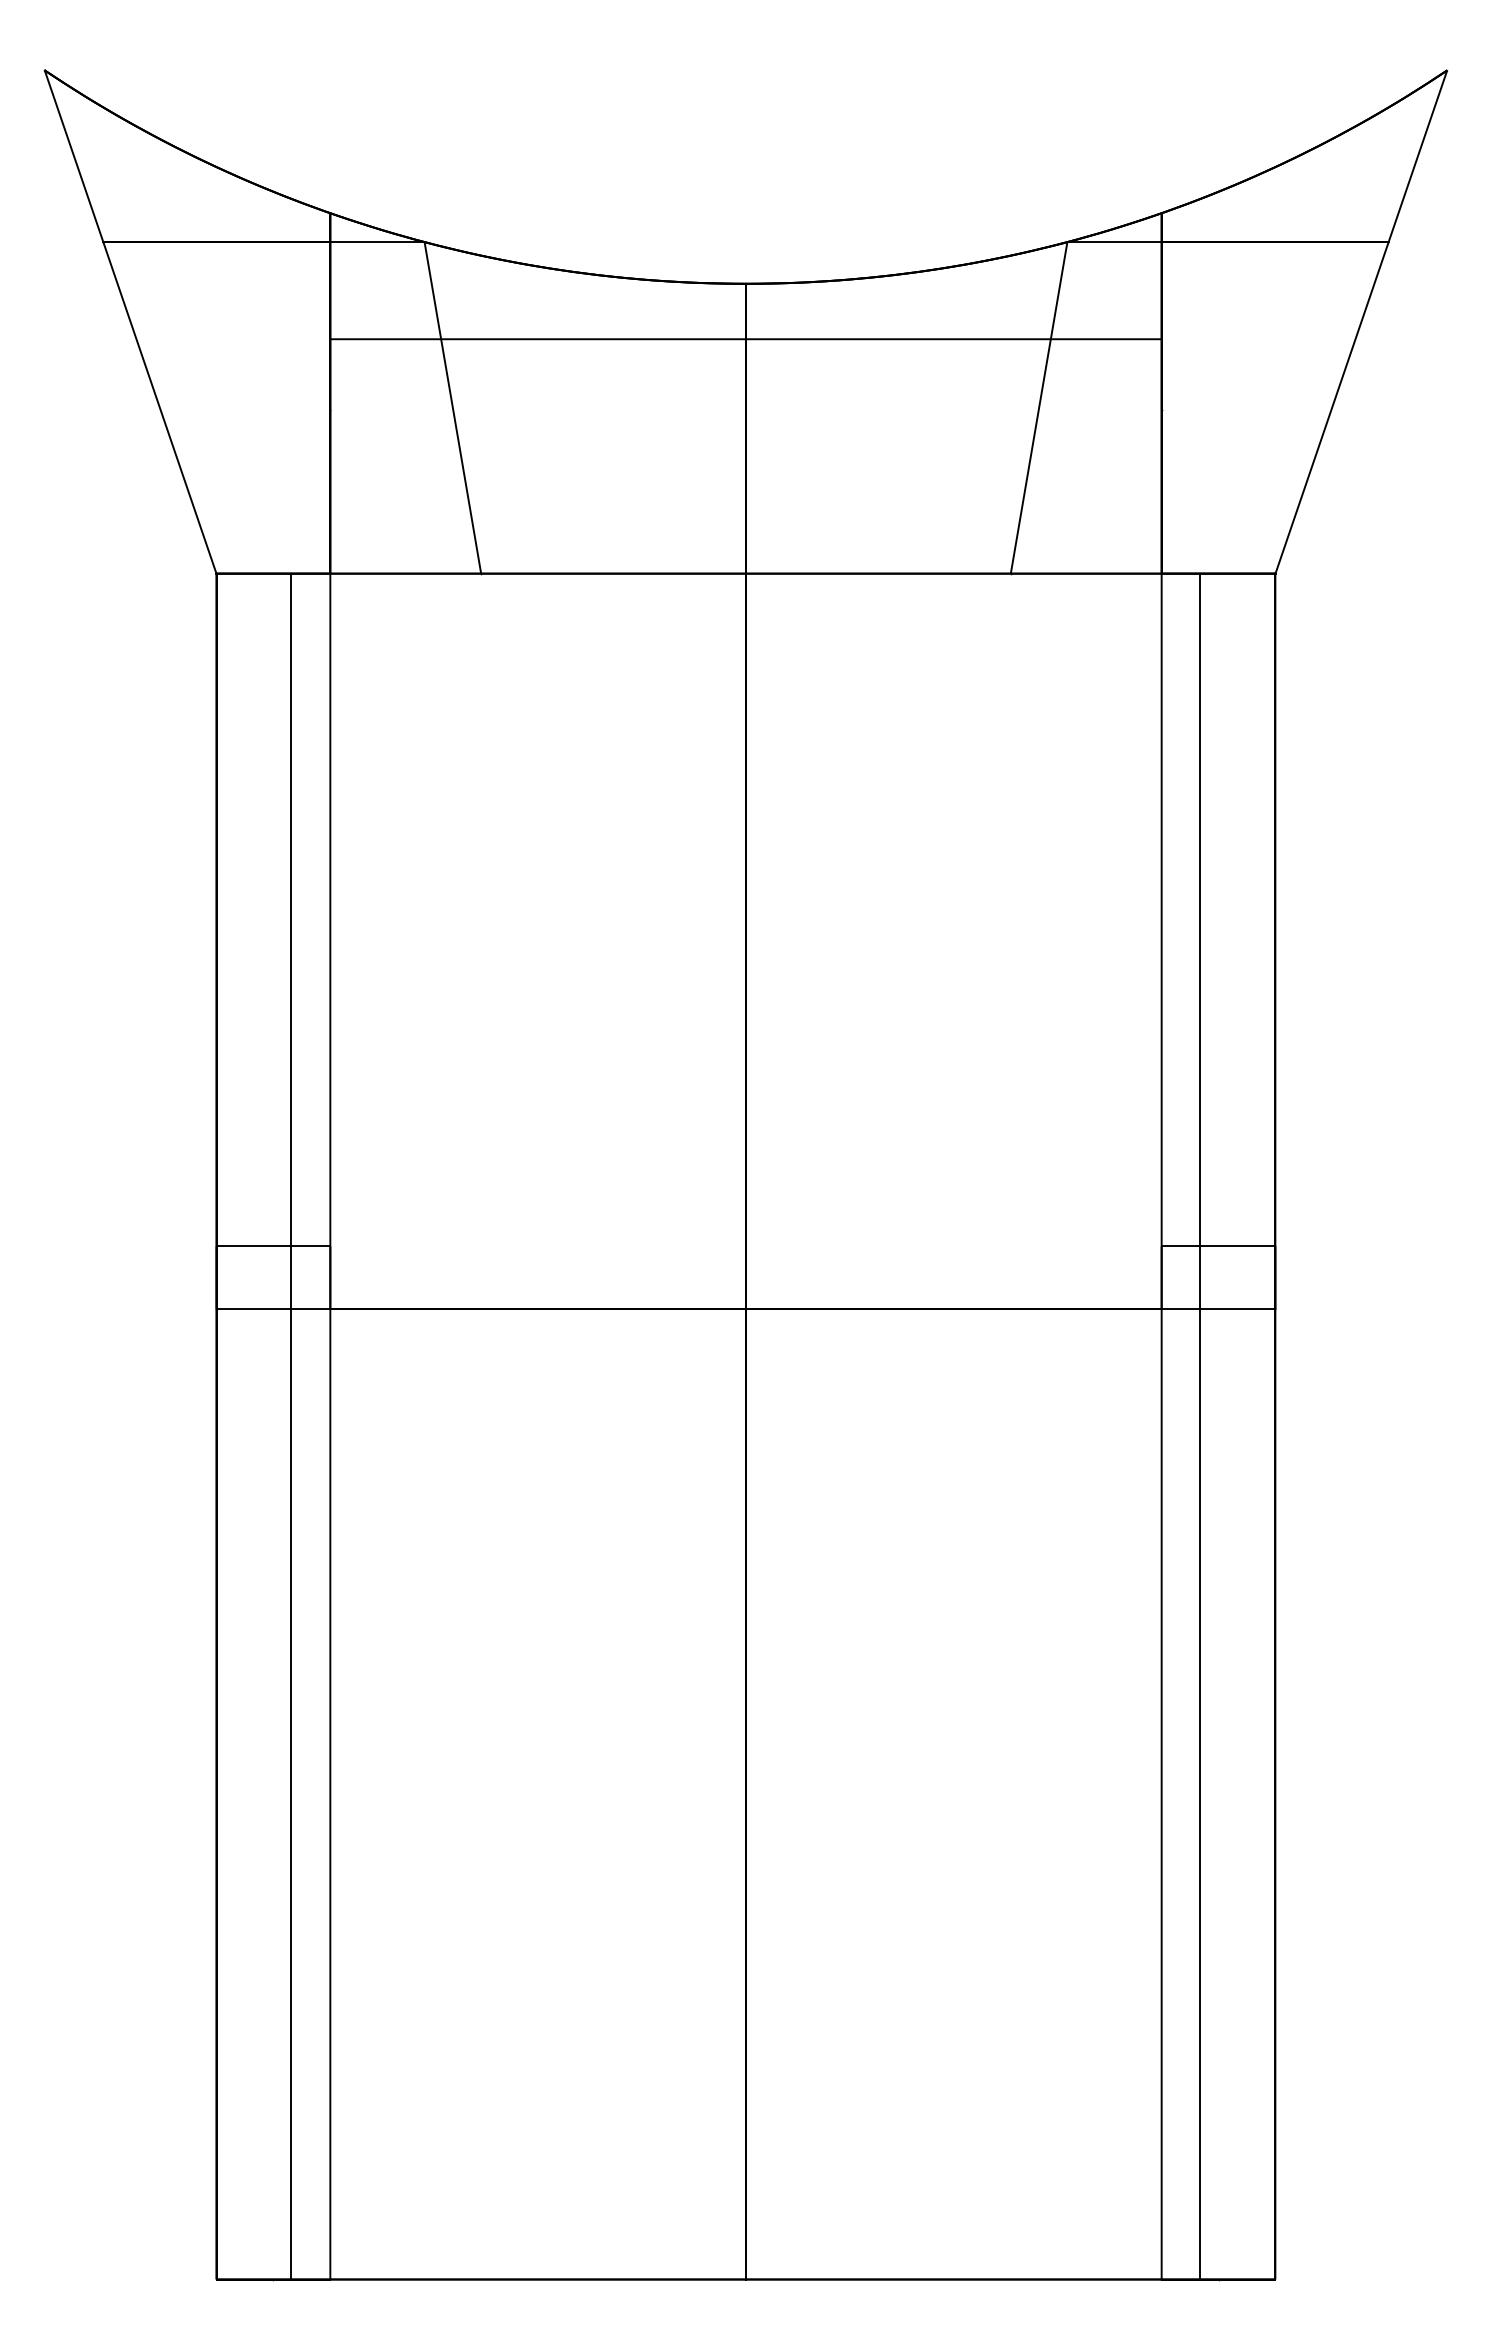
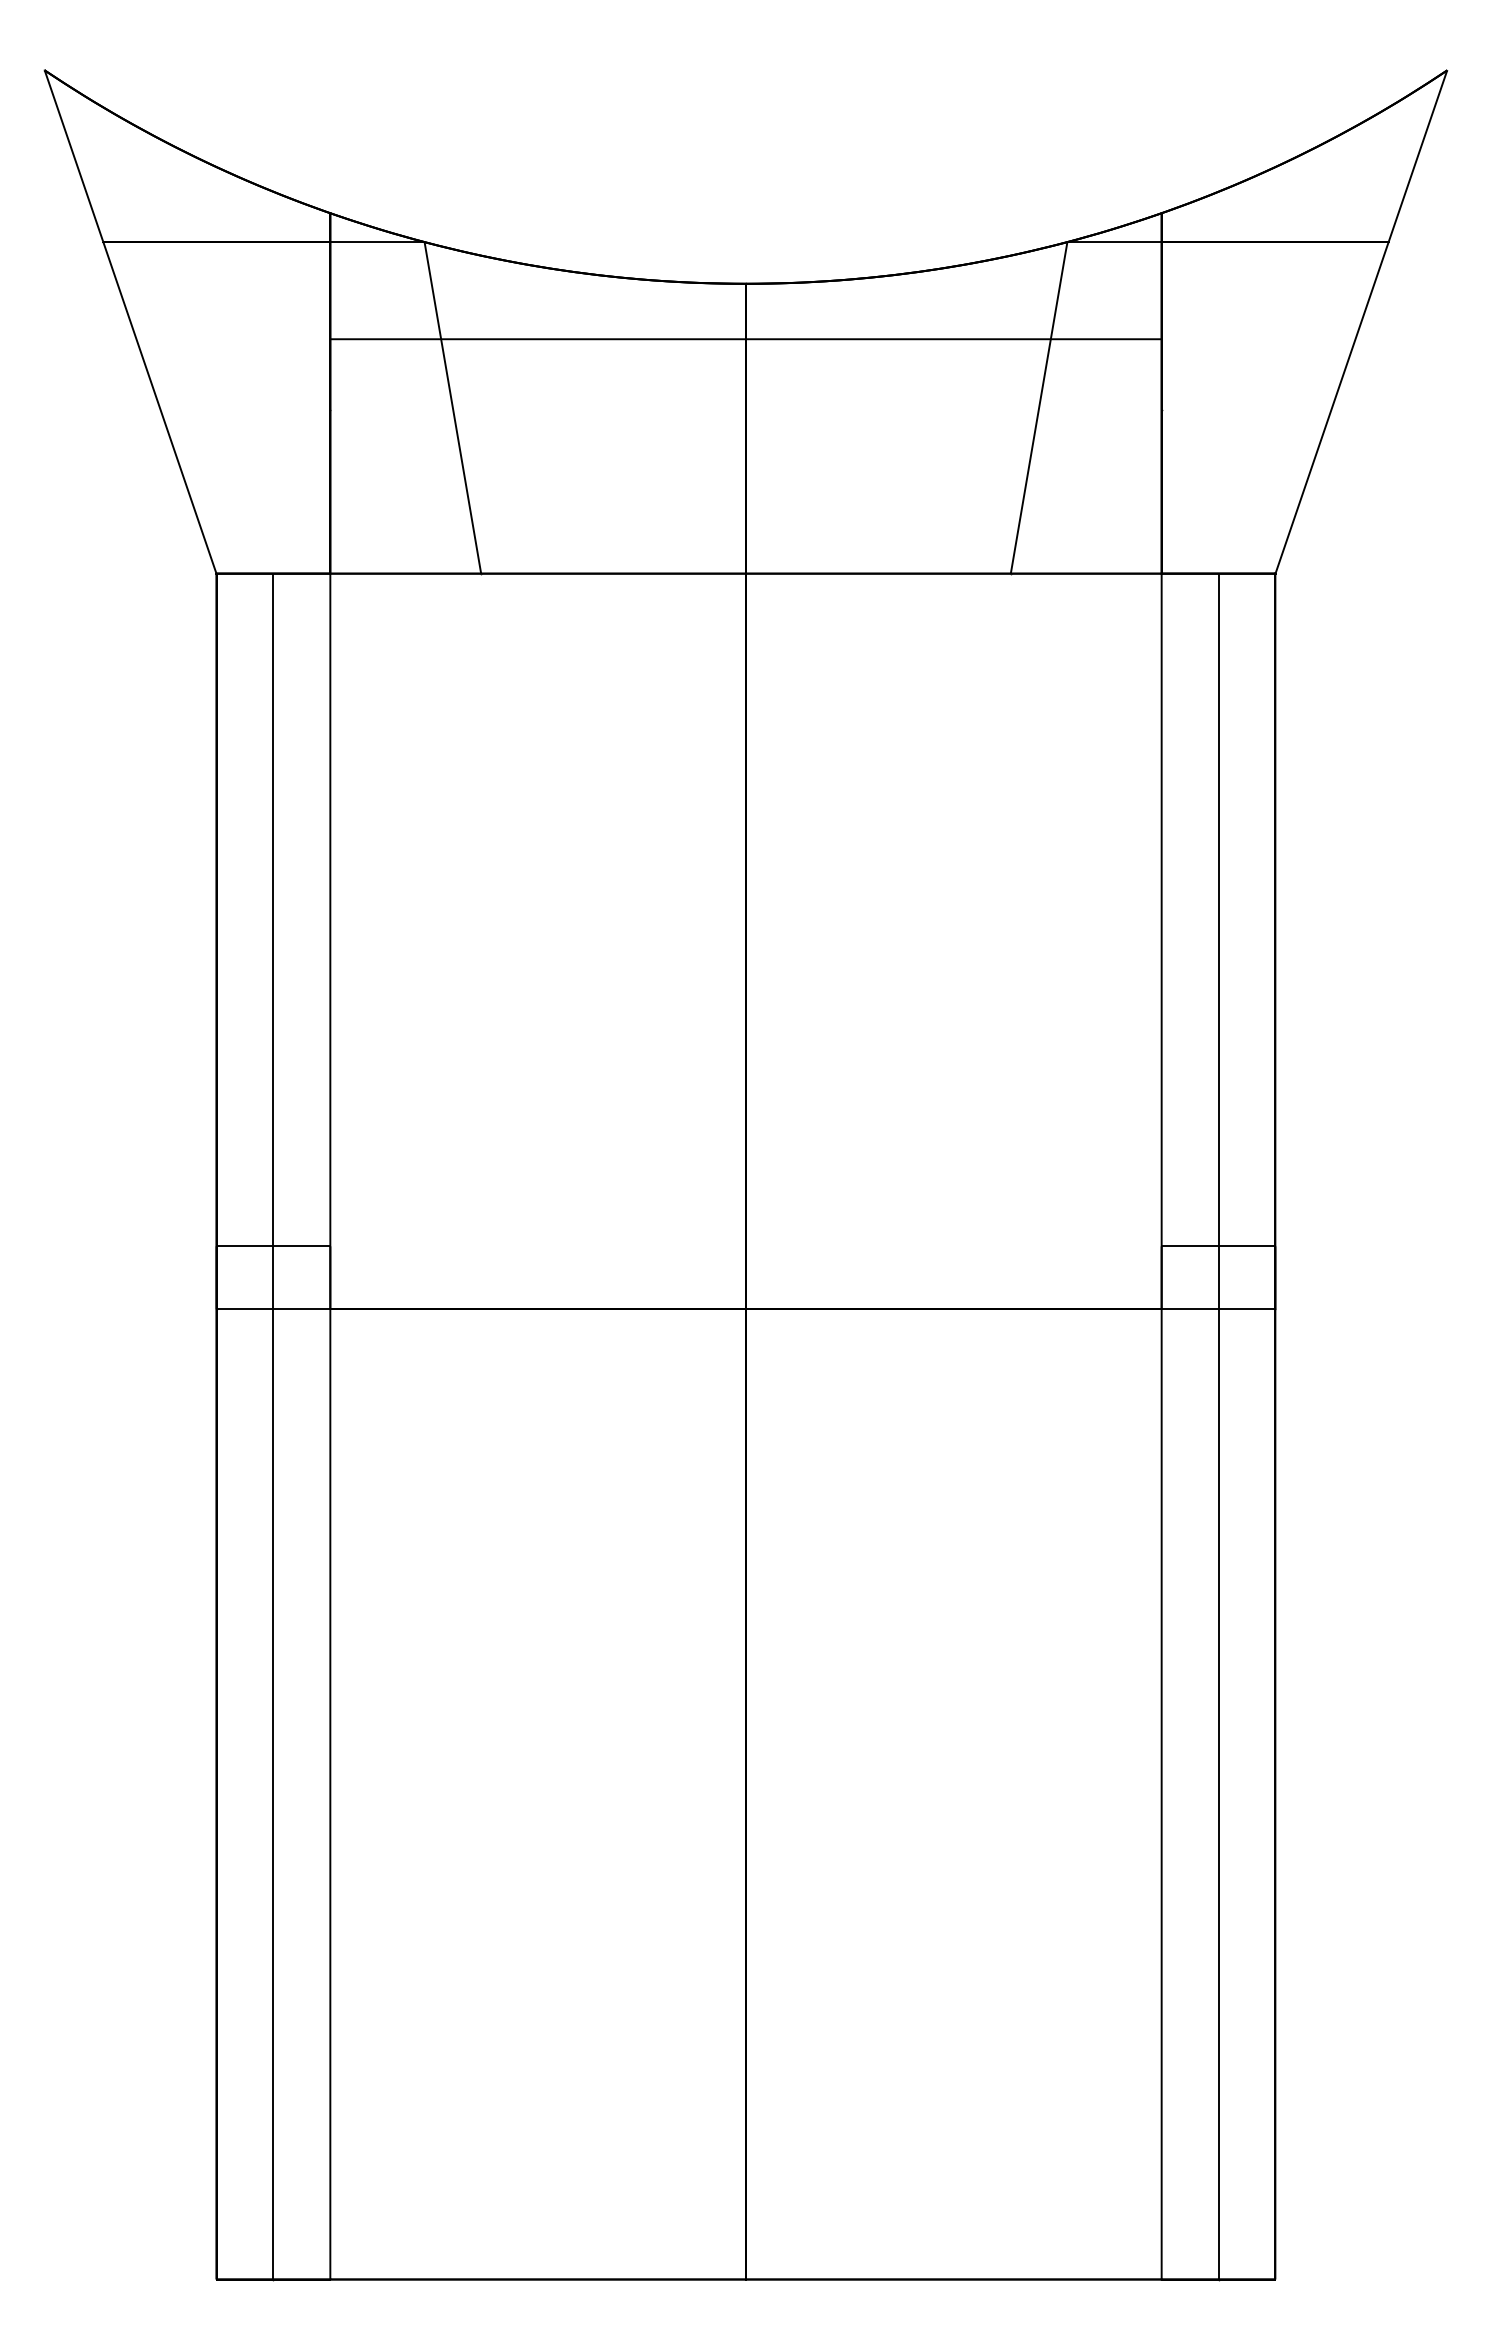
line at (291, 1426) position: (291, 1426) -> (273, 1426)
line at (1199, 1426) position: (1199, 1426) -> (1218, 1426)
